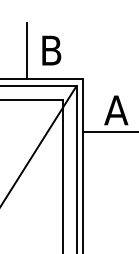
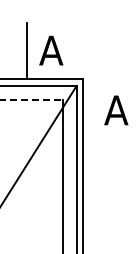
text at (51, 50): B -> A
line at (32, 99): solid -> dashed
line at (109, 132): present -> none
